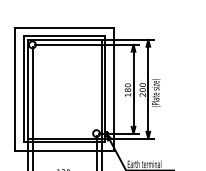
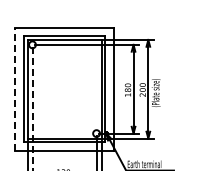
line at (15, 89): solid -> dashed
line at (32, 109): solid -> dashed
